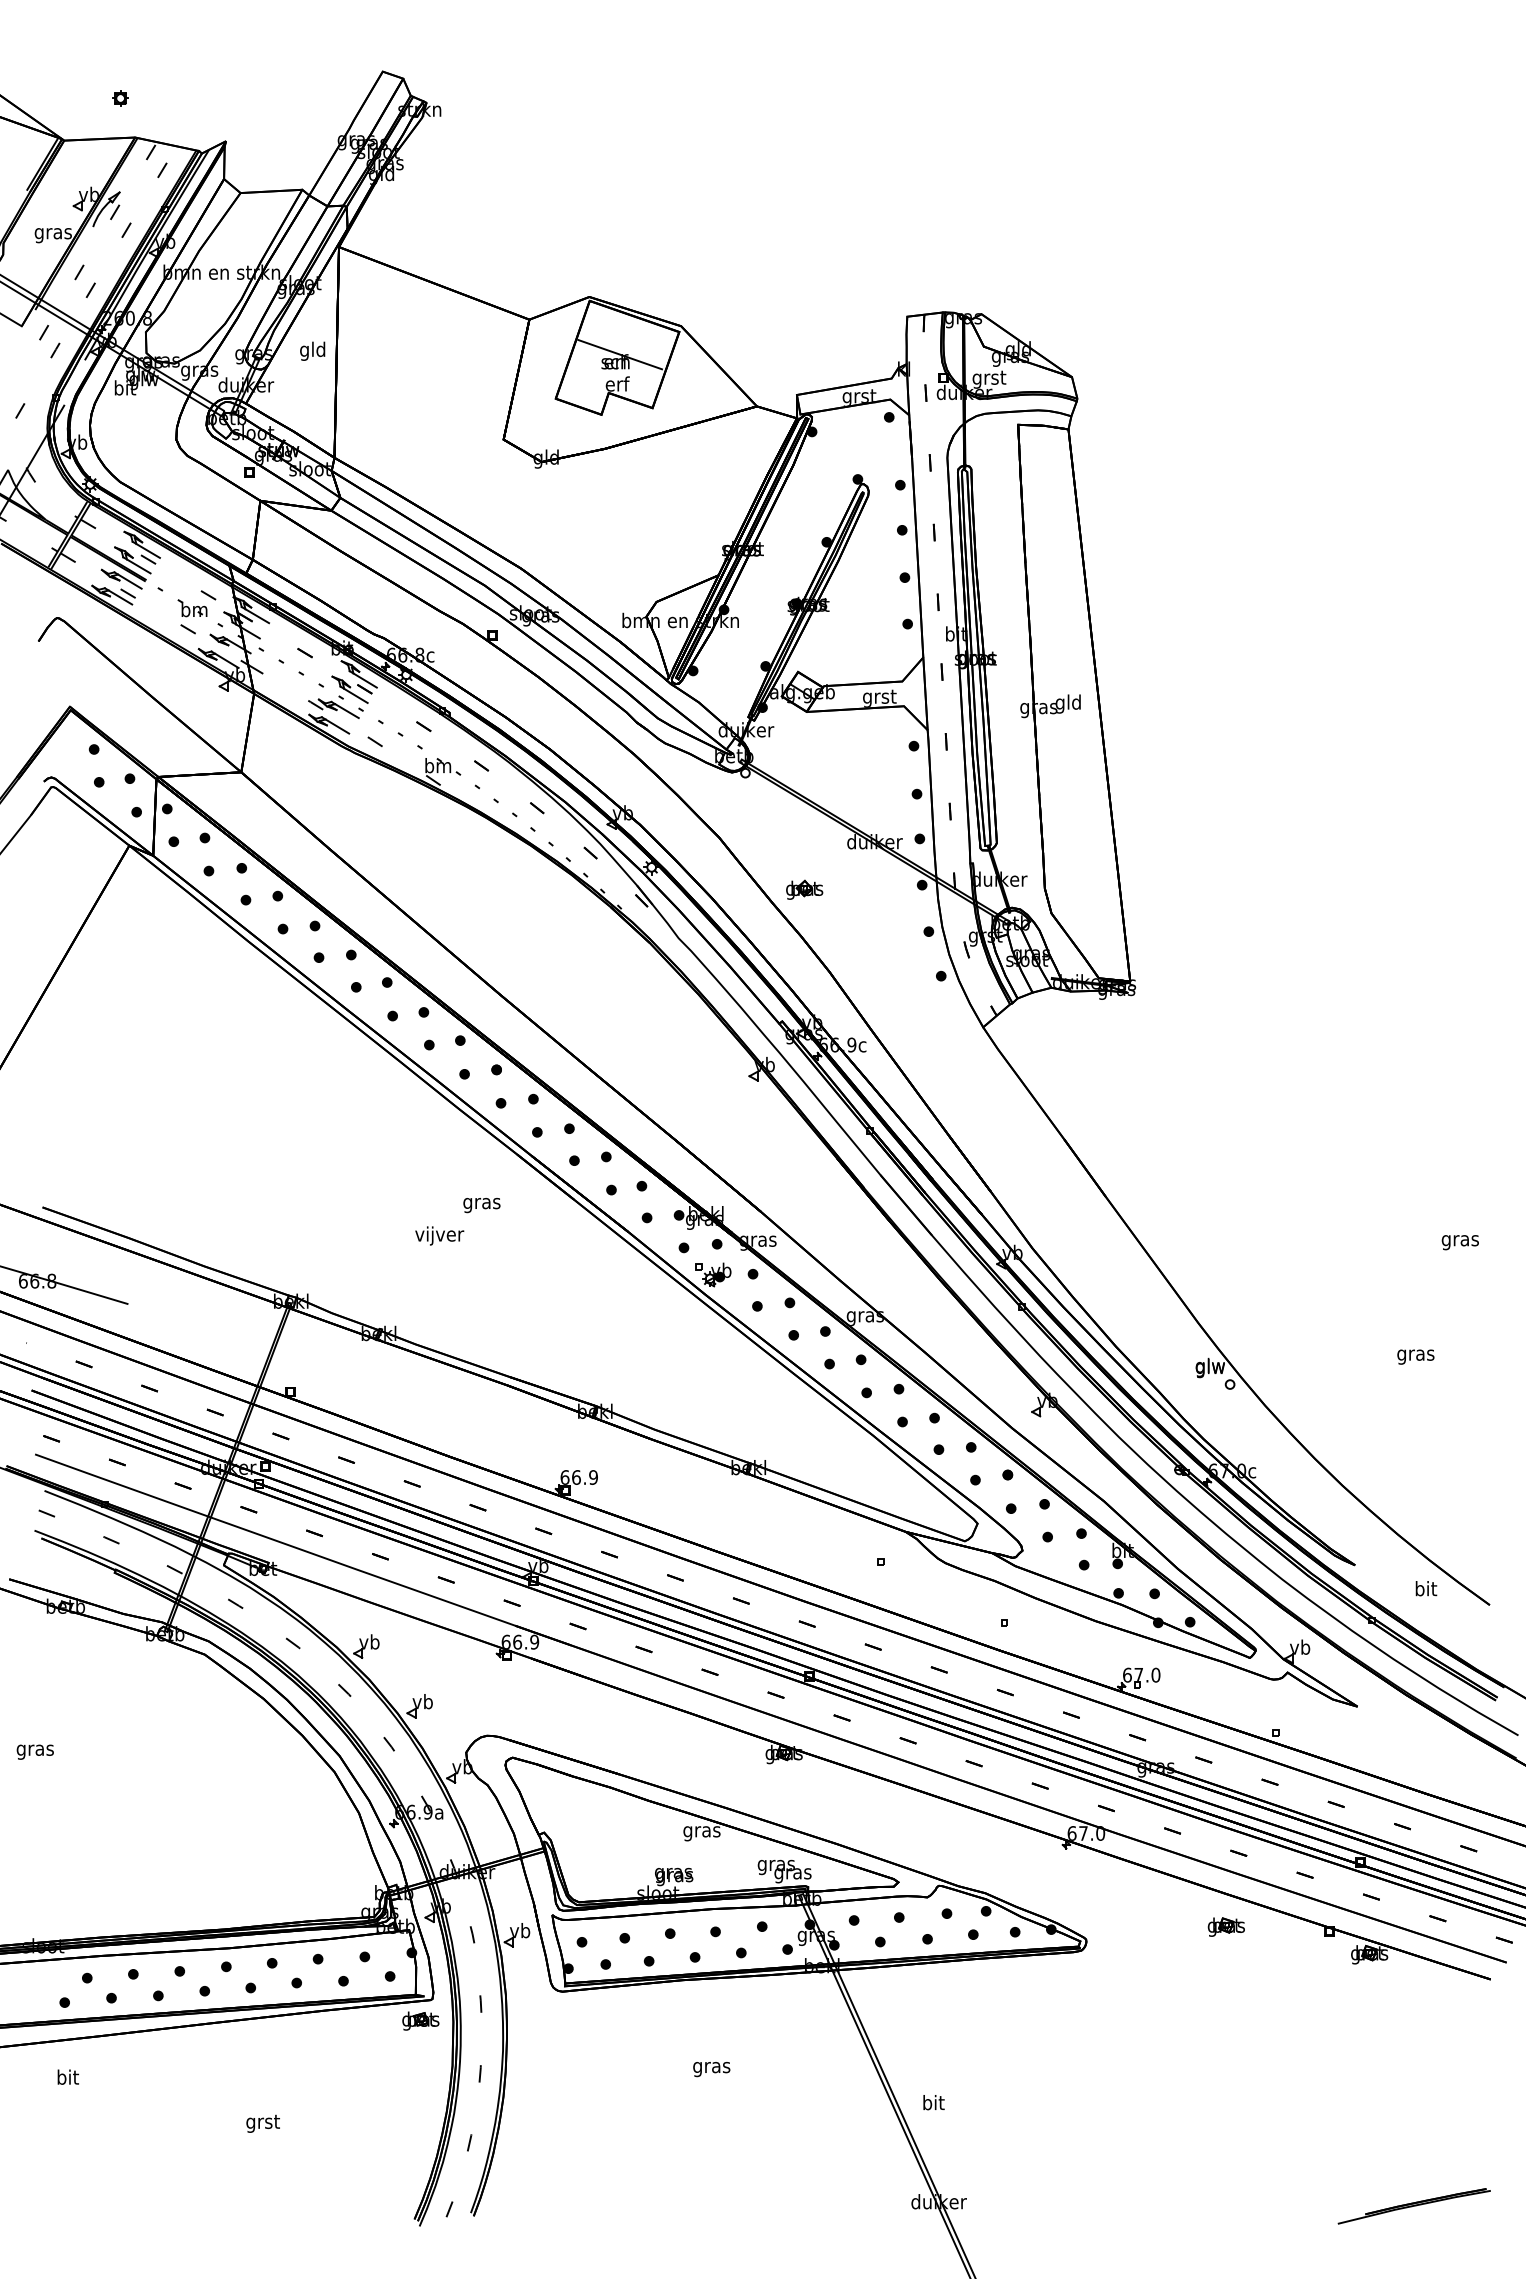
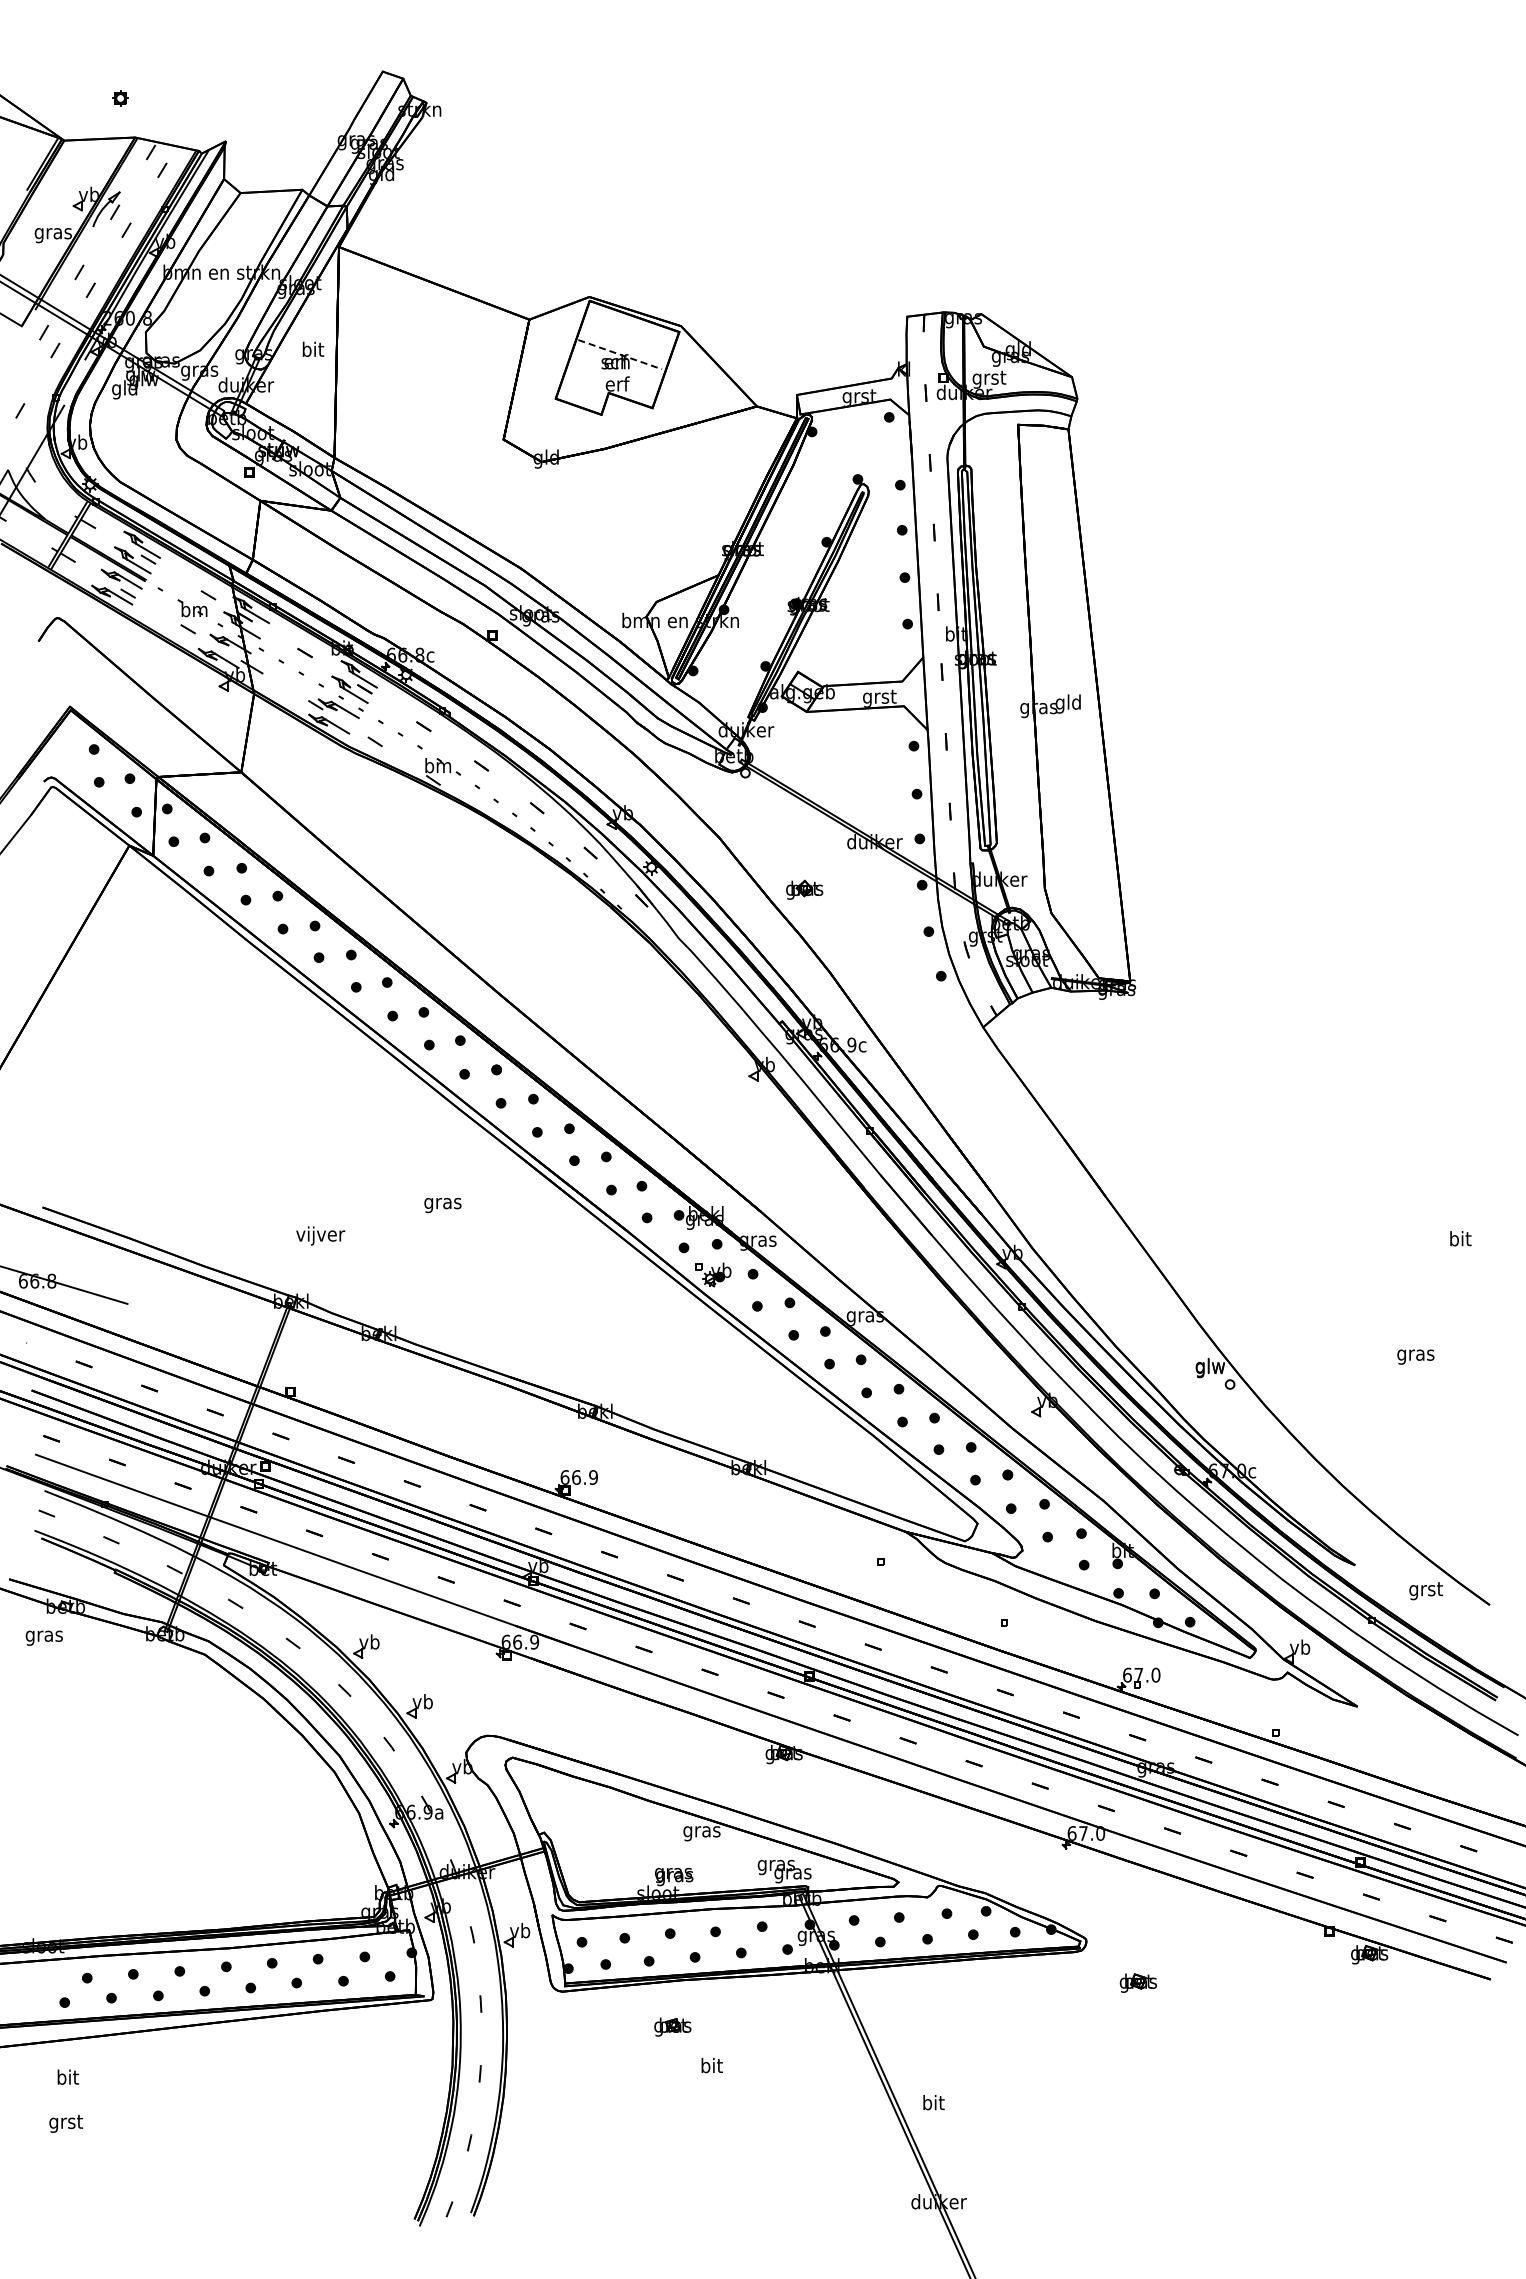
text at (312, 350): gld -> bit
line at (620, 354): solid -> dashed
text at (124, 389): bit -> gld
text at (481, 1205) position: (481, 1205) -> (442, 1205)
text at (439, 1235) position: (439, 1235) -> (320, 1235)
text at (1459, 1240): gras -> bit
text at (1425, 1590): bit -> grst
text at (34, 1751) position: (34, 1751) -> (43, 1637)
part at (1225, 1926) position: (1225, 1926) -> (1137, 1982)
part at (420, 2020) position: (420, 2020) -> (672, 2026)
text at (711, 2067): gras -> bit
text at (262, 2123) position: (262, 2123) -> (65, 2123)
part at (1413, 2206): present -> none
